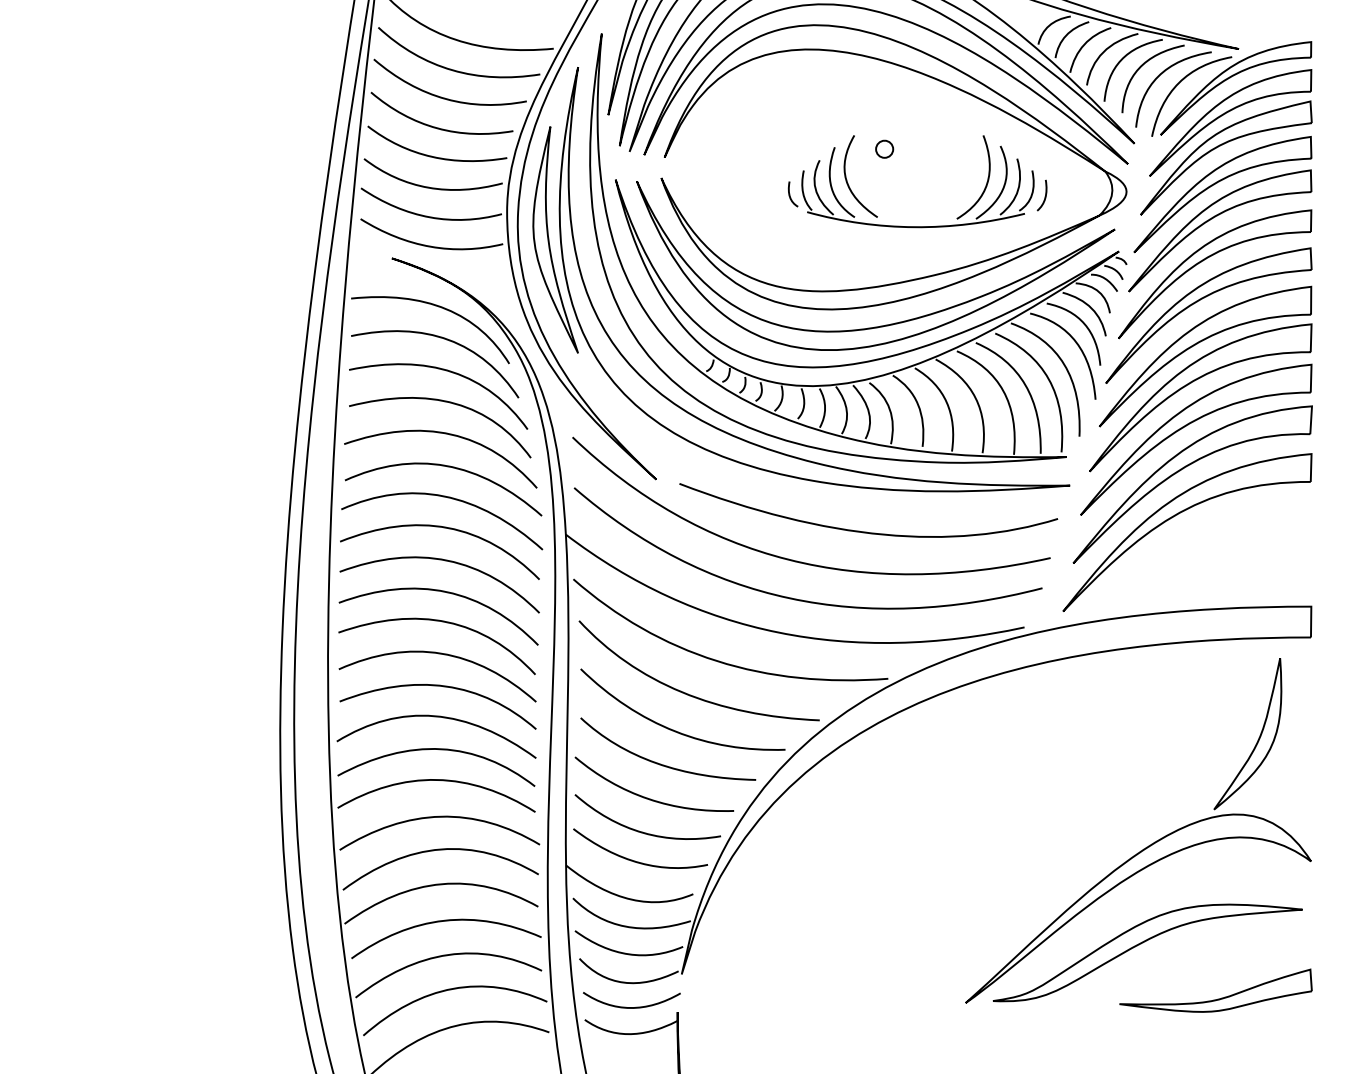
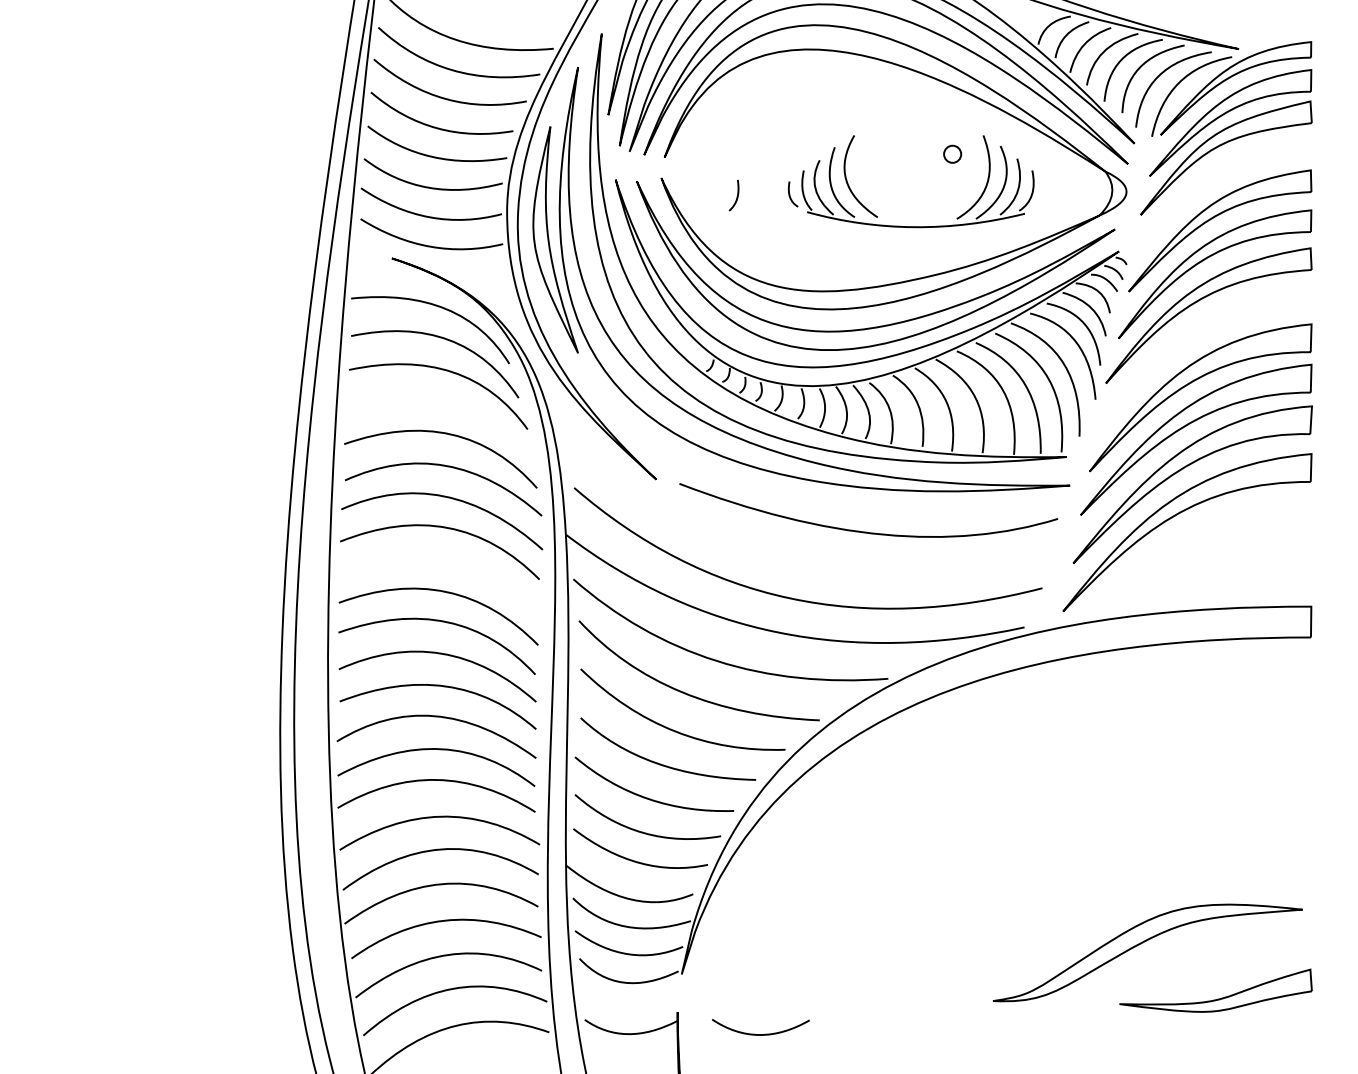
part at (884, 148) position: (884, 148) -> (952, 153)
part at (1214, 185): present -> none
curve at (1044, 196) position: (1044, 196) -> (736, 196)
part at (1197, 344): present -> none
curve at (444, 402): present -> none
curve at (797, 560): present -> none
curve at (445, 561): present -> none
part at (1148, 845): present -> none
curve at (631, 1007) position: (631, 1007) -> (760, 1034)
